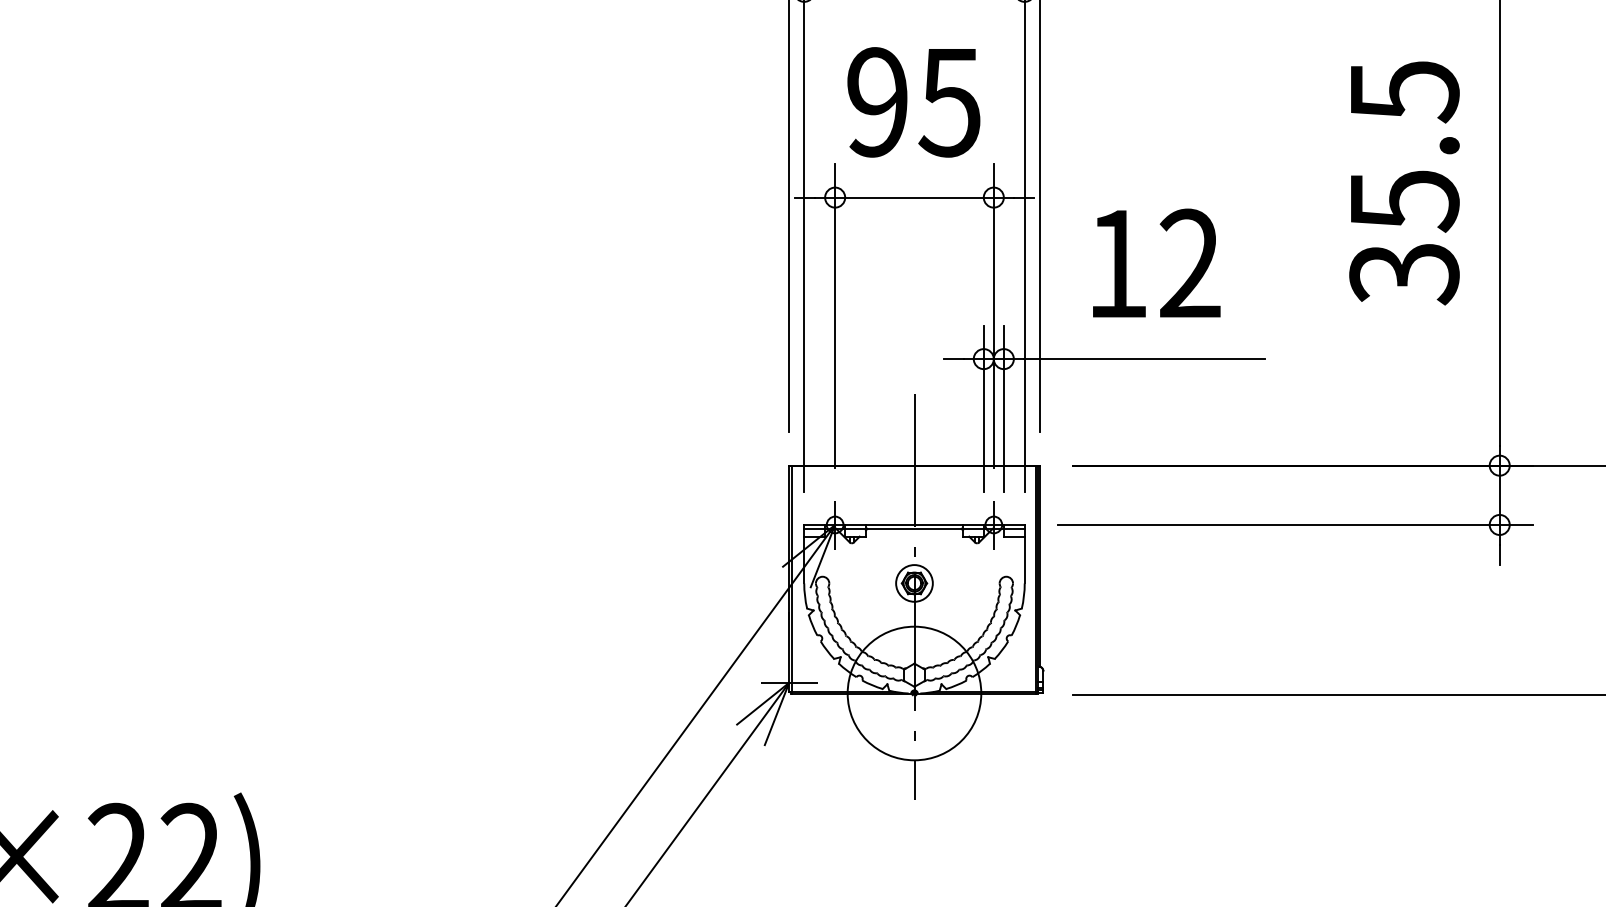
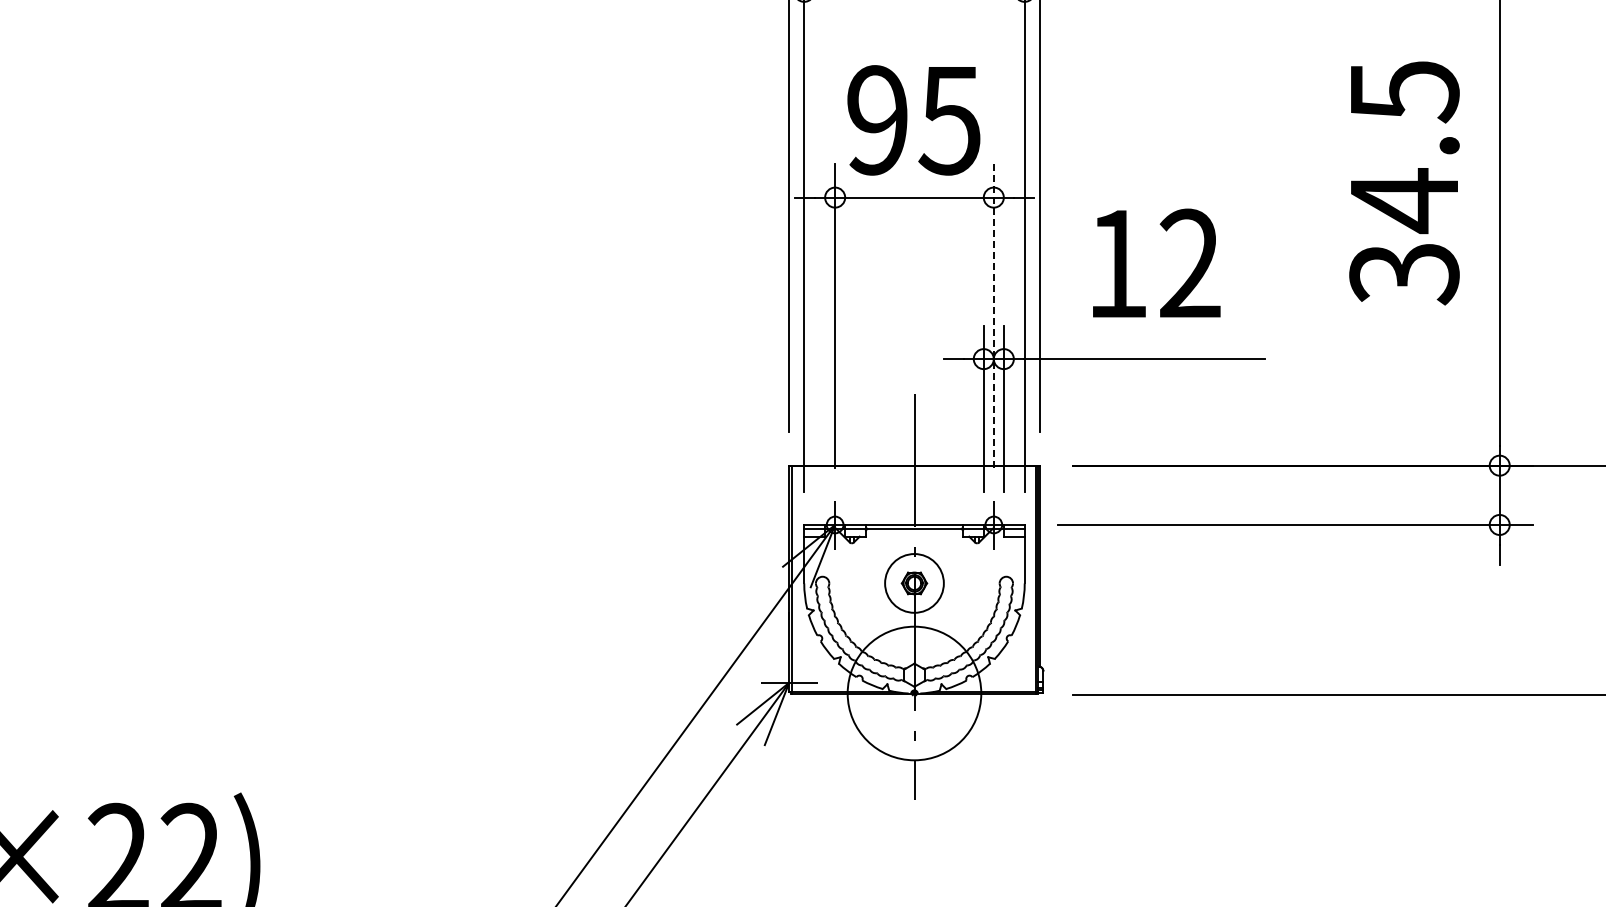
text at (913, 102) position: (913, 102) -> (913, 120)
text at (1405, 201): 35.5 -> 34.5
line at (993, 316): solid -> dashed
circle at (914, 583) diameter: 37 px -> 59 px
